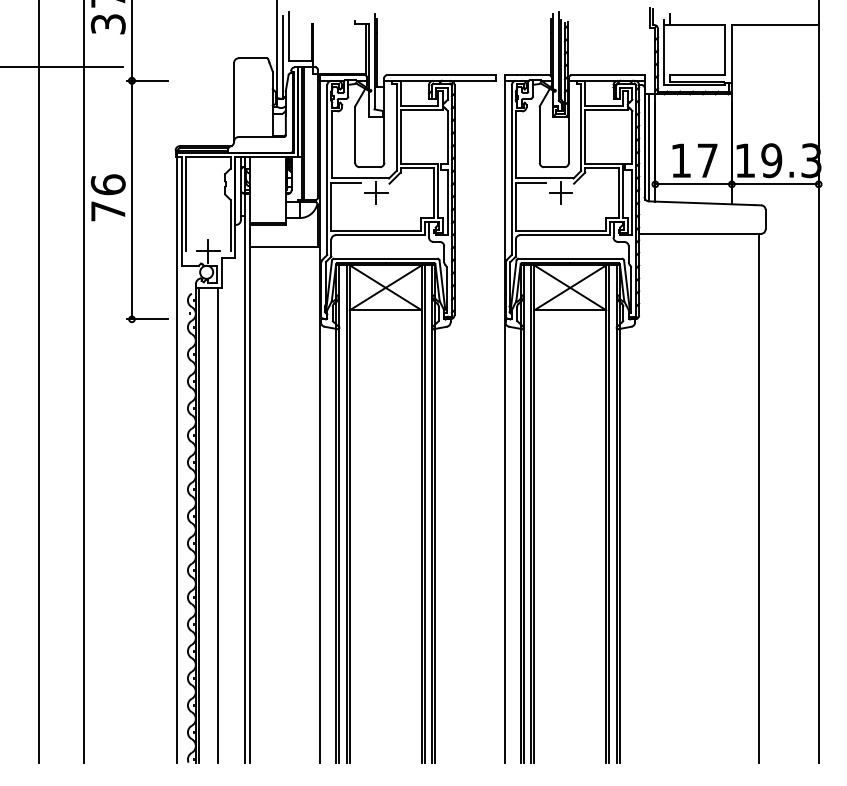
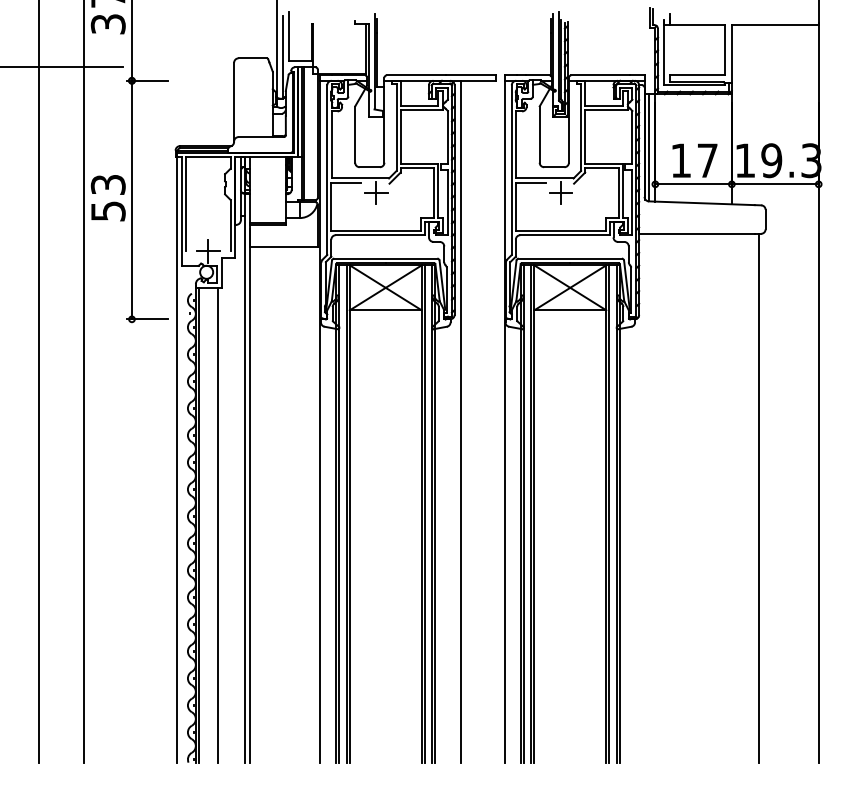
text at (107, 197): 76 -> 53
line at (460, 421): none -> present
